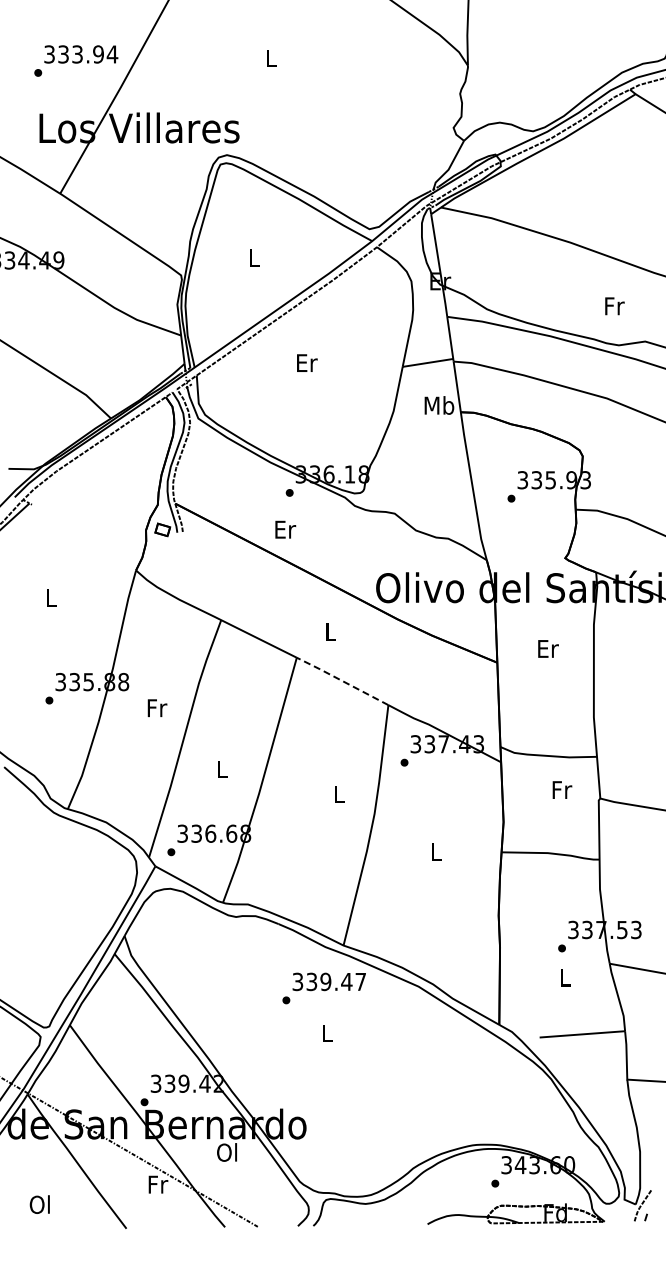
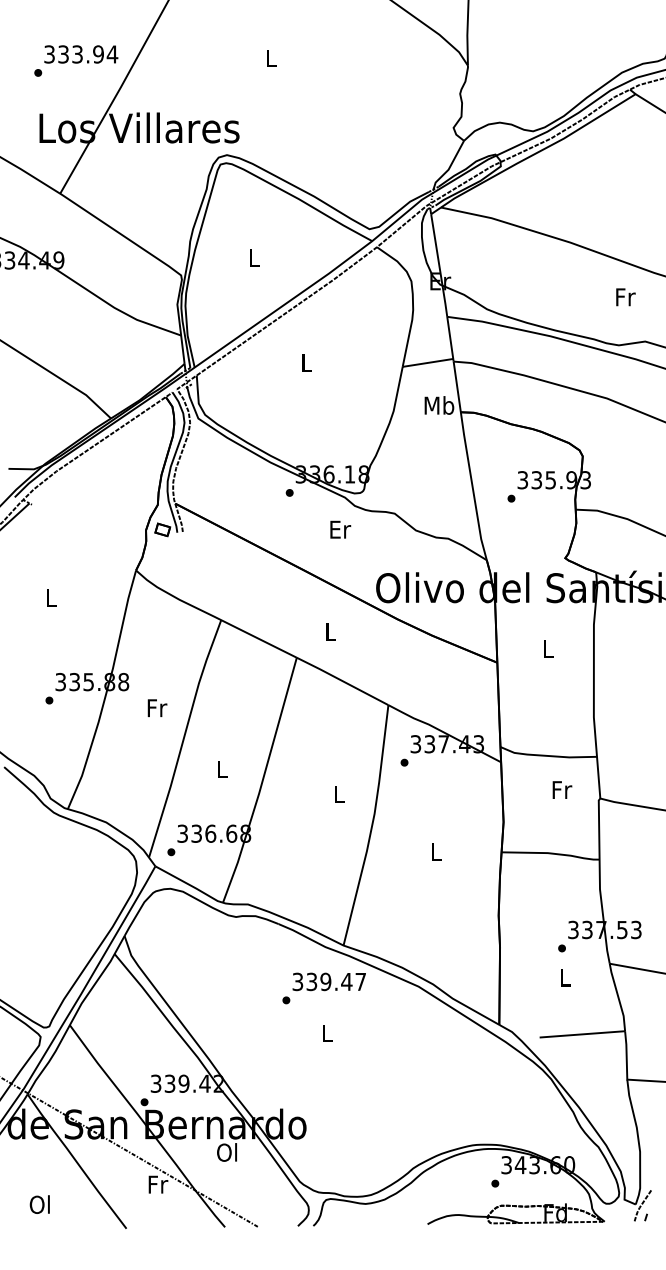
text at (614, 306) position: (614, 306) -> (625, 297)
text at (307, 362): Er -> L
text at (285, 529) position: (285, 529) -> (340, 529)
text at (548, 648): Er -> L
line at (341, 680): dashed -> solid
